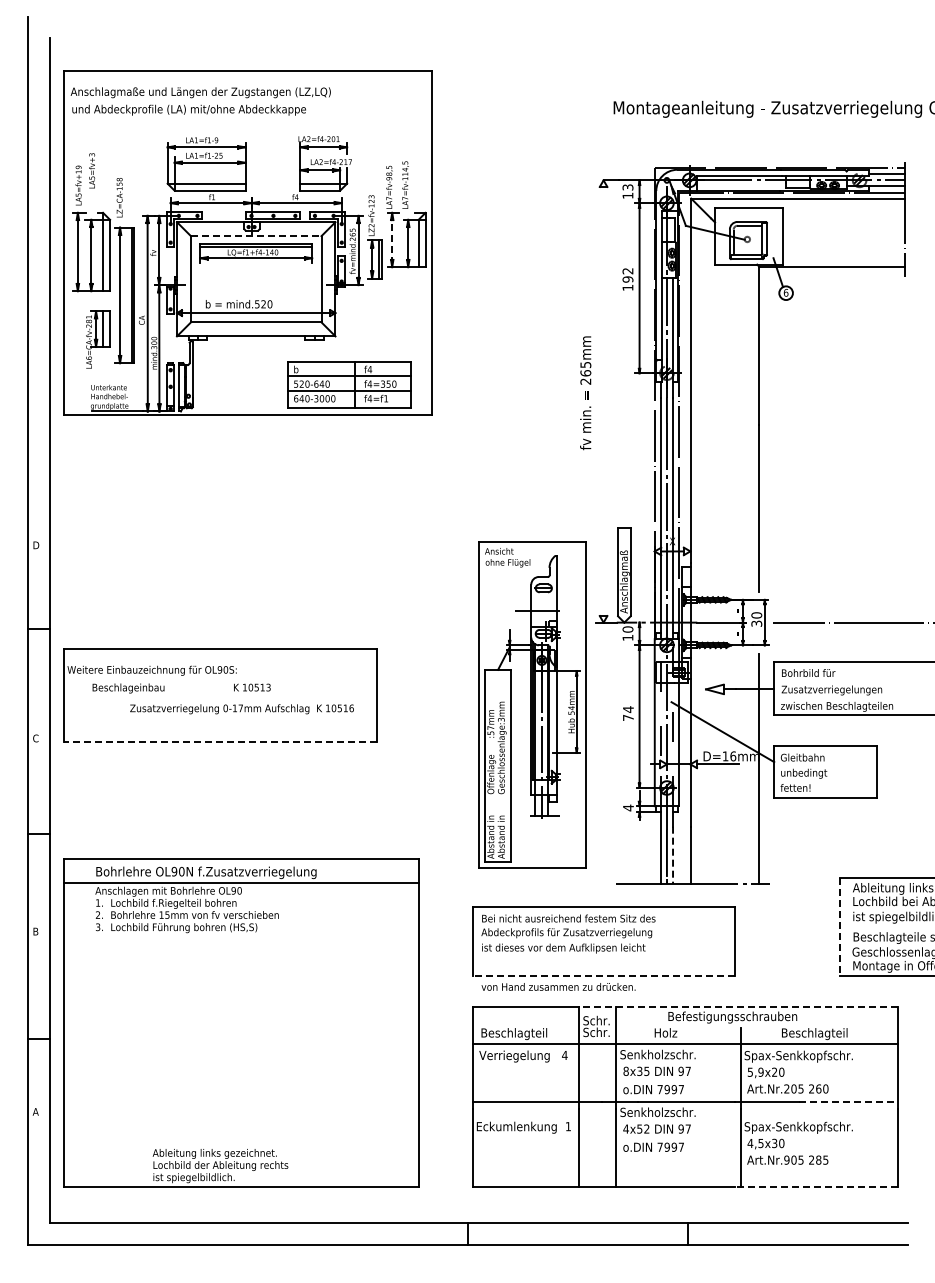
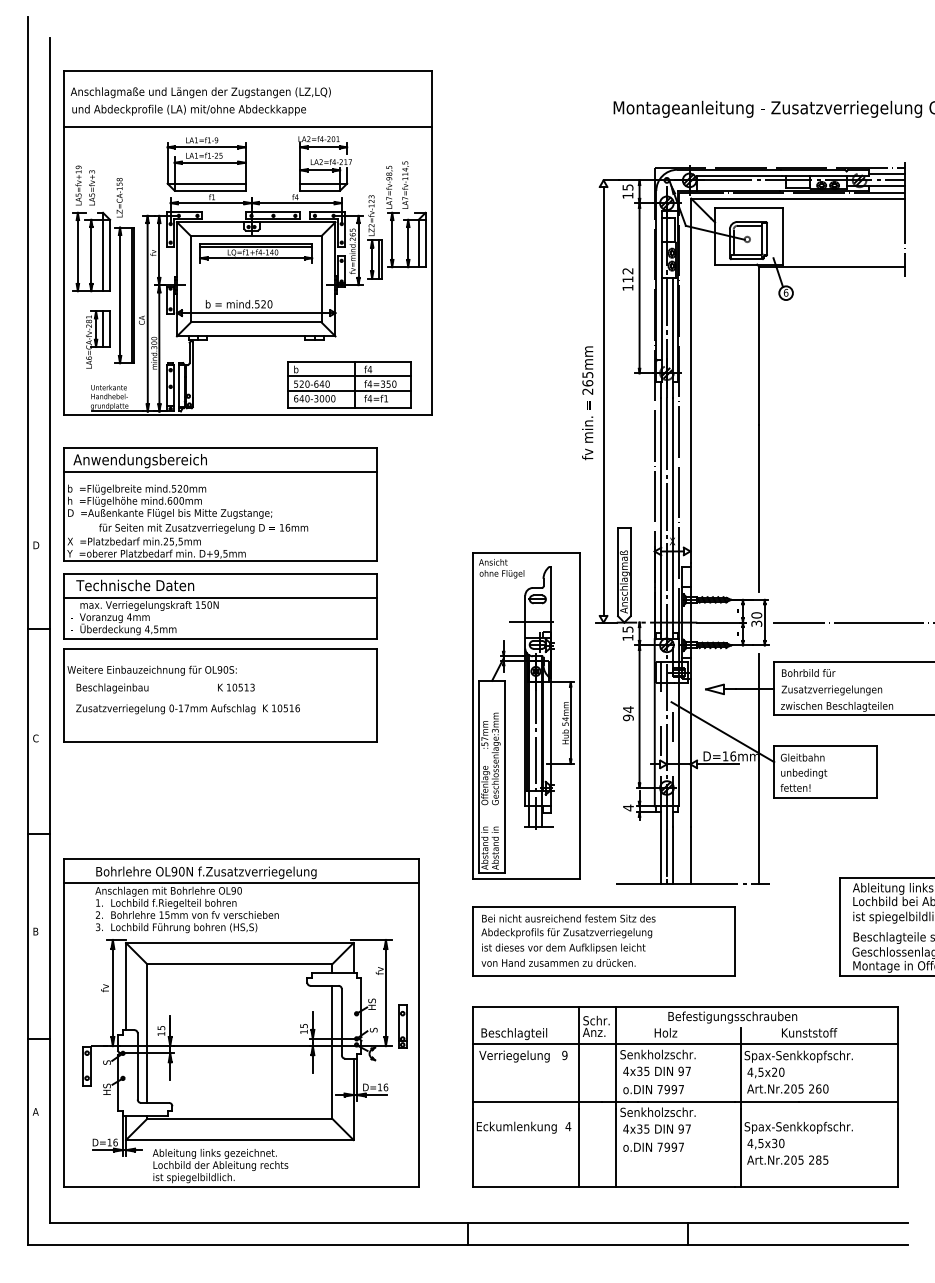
line at (247, 126): none -> present
text at (92, 170) position: (92, 170) -> (92, 187)
text at (627, 187): 13 -> 15
line at (256, 236): dashed -> solid
line at (392, 240): dashed -> solid
text at (627, 279): 192 -> 112
text at (585, 393) position: (585, 393) -> (587, 403)
line at (603, 401): none -> present
part at (220, 504): none -> present
part at (220, 606): none -> present
text at (627, 629): 10 -> 15
text at (181, 688) position: (181, 688) -> (165, 688)
part at (532, 704) position: (532, 704) -> (526, 715)
text at (241, 709) position: (241, 709) -> (187, 709)
text at (628, 717): 74 -> 94
line at (220, 742): dashed -> solid
line at (673, 855): dashed -> solid
line at (840, 927): dashed -> solid
line at (604, 975): dashed -> solid
text at (558, 986) position: (558, 986) -> (558, 962)
line at (738, 1007): dashed -> solid
text at (595, 1032): Schr. -> Anz.
text at (815, 1034): Beschlagteil -> Kunststoff
part at (244, 1047): none -> present
text at (564, 1055): 4 -> 9
text at (625, 1070): 8x35 -> 4x35
text at (755, 1071): 5,9x20 -> 4,5x20
line at (848, 1101): dashed -> solid
text at (568, 1126): 1 -> 4
text at (643, 1128): 4x52 -> 4x35
text at (786, 1159): Art.Nr.905 -> Art.Nr.205
line at (816, 1187): dashed -> solid
